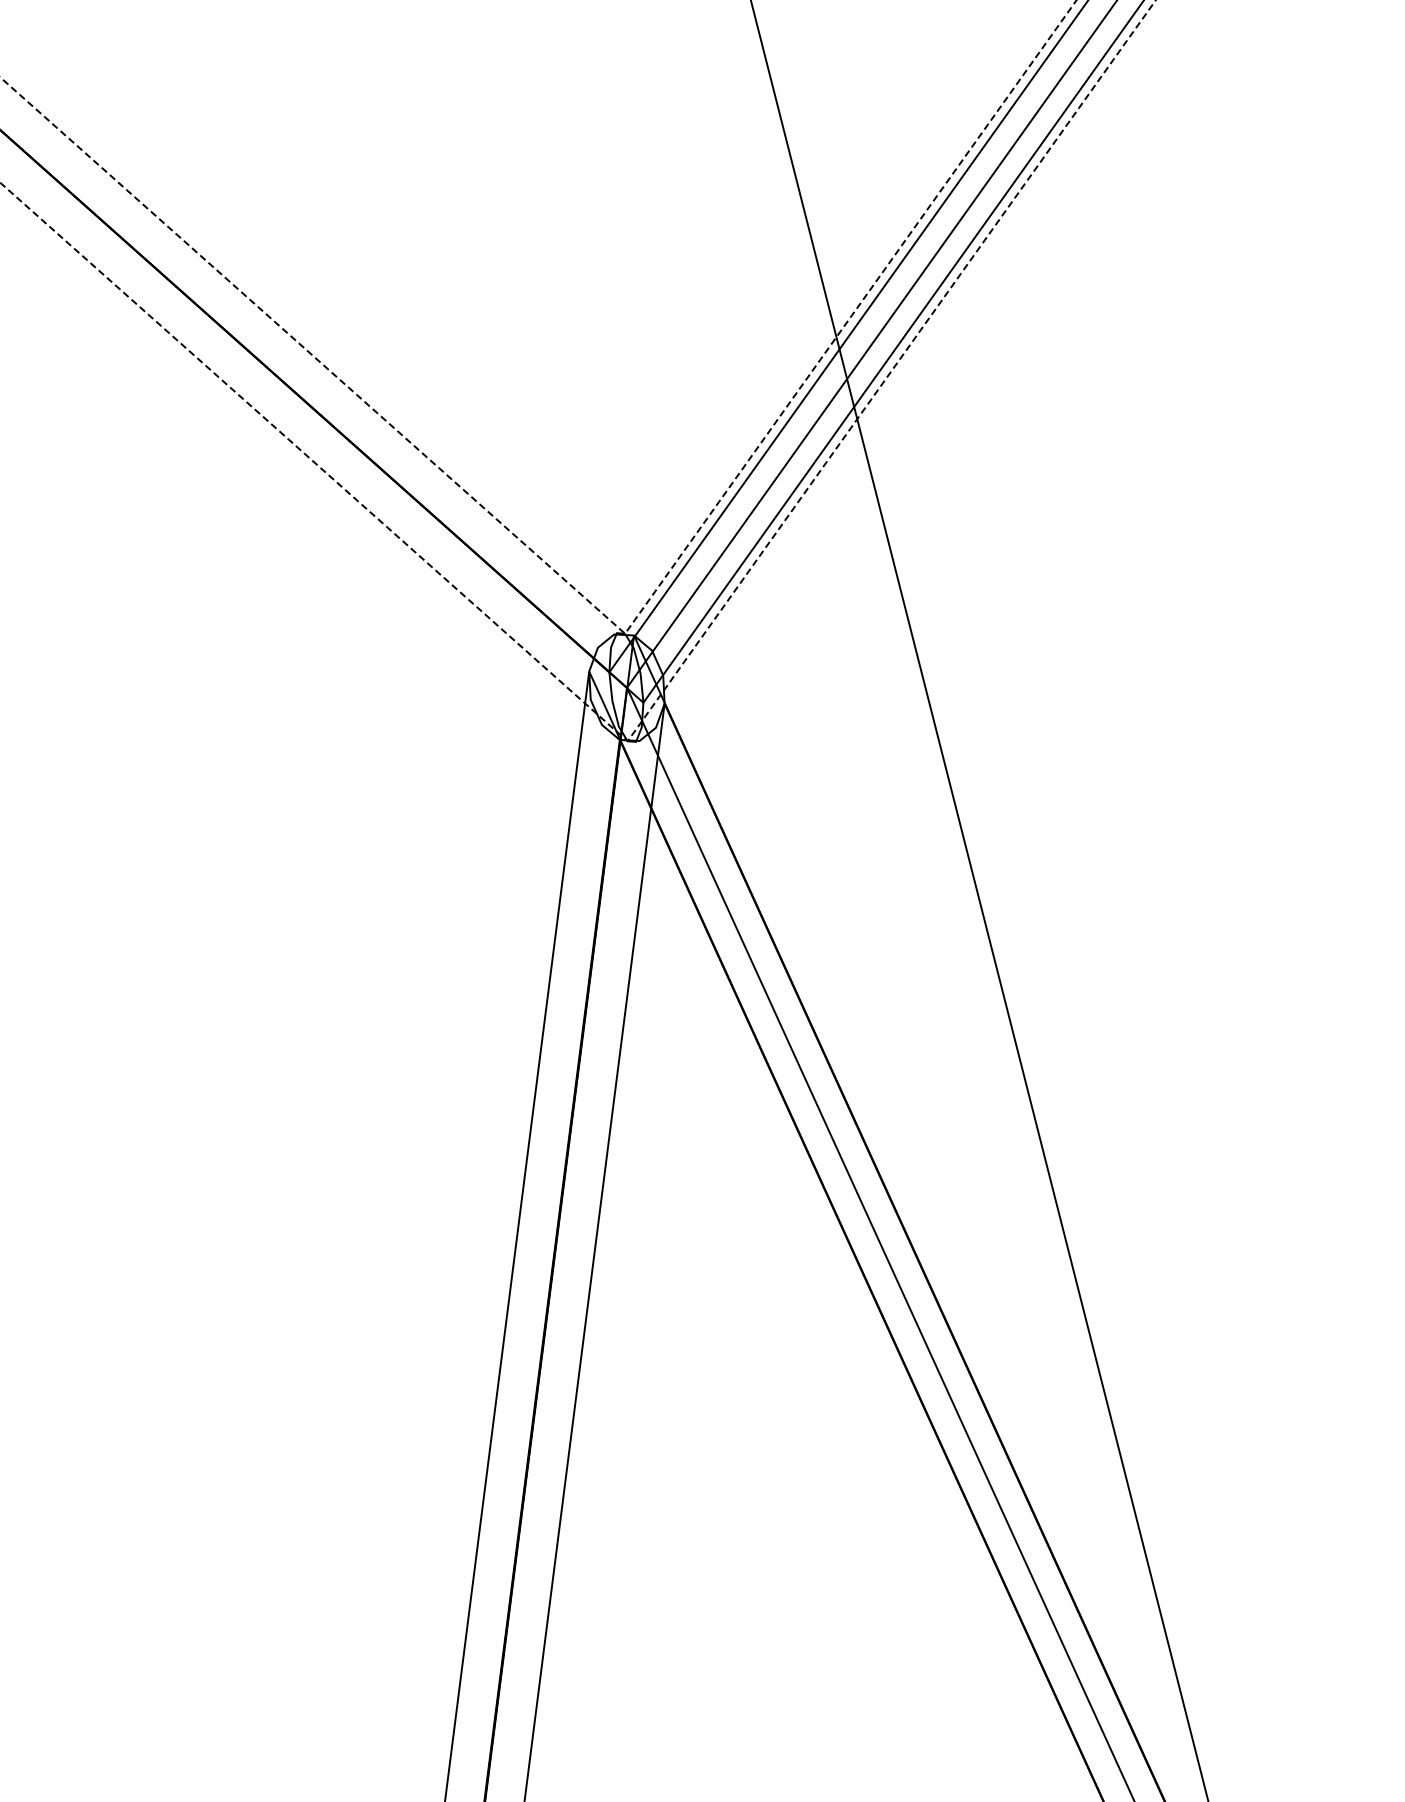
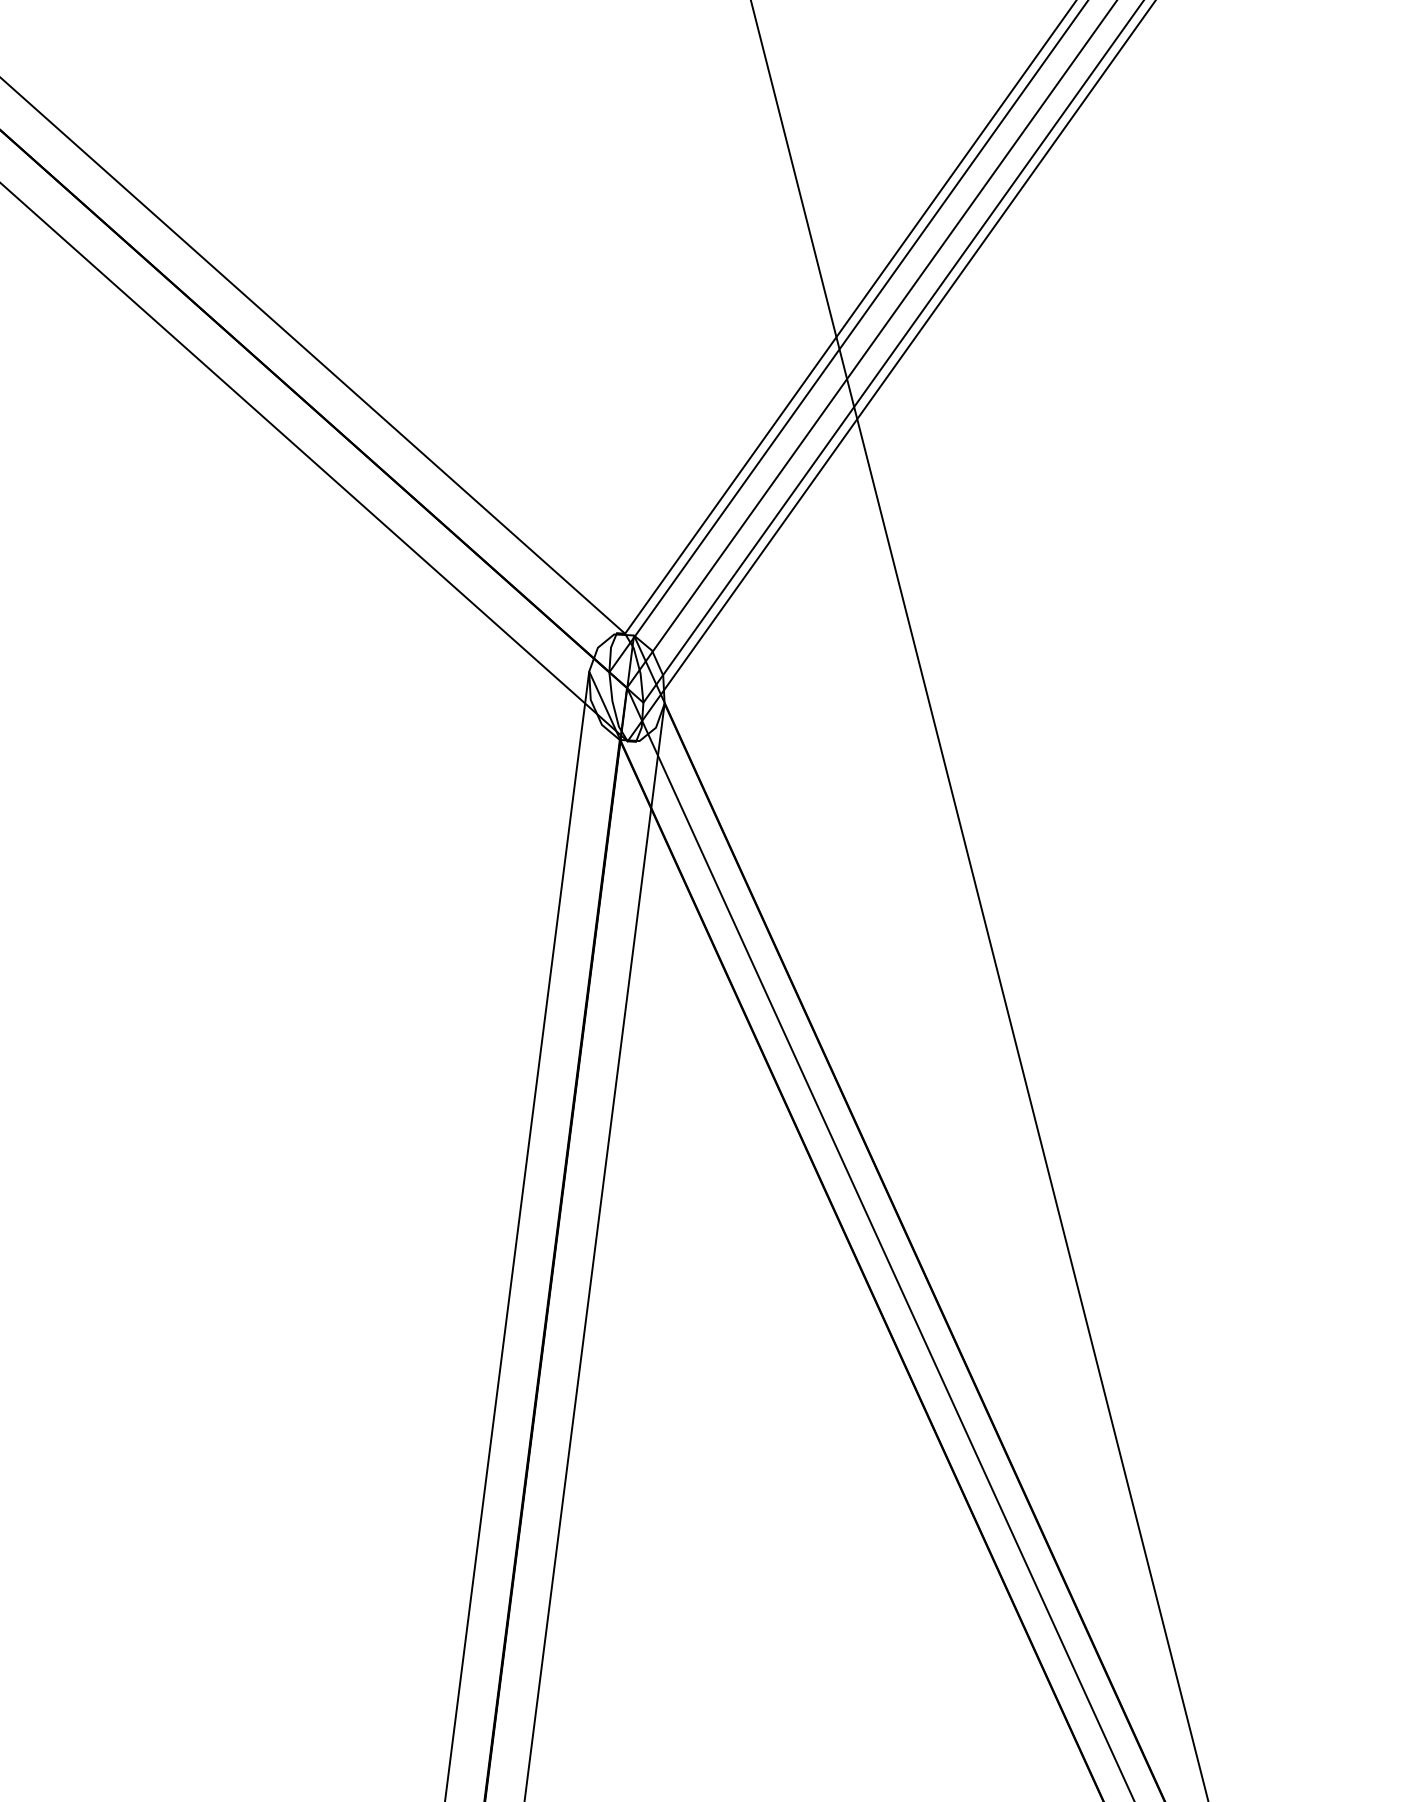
line at (603, 614): dashed -> solid
line at (647, 713): dashed -> solid
